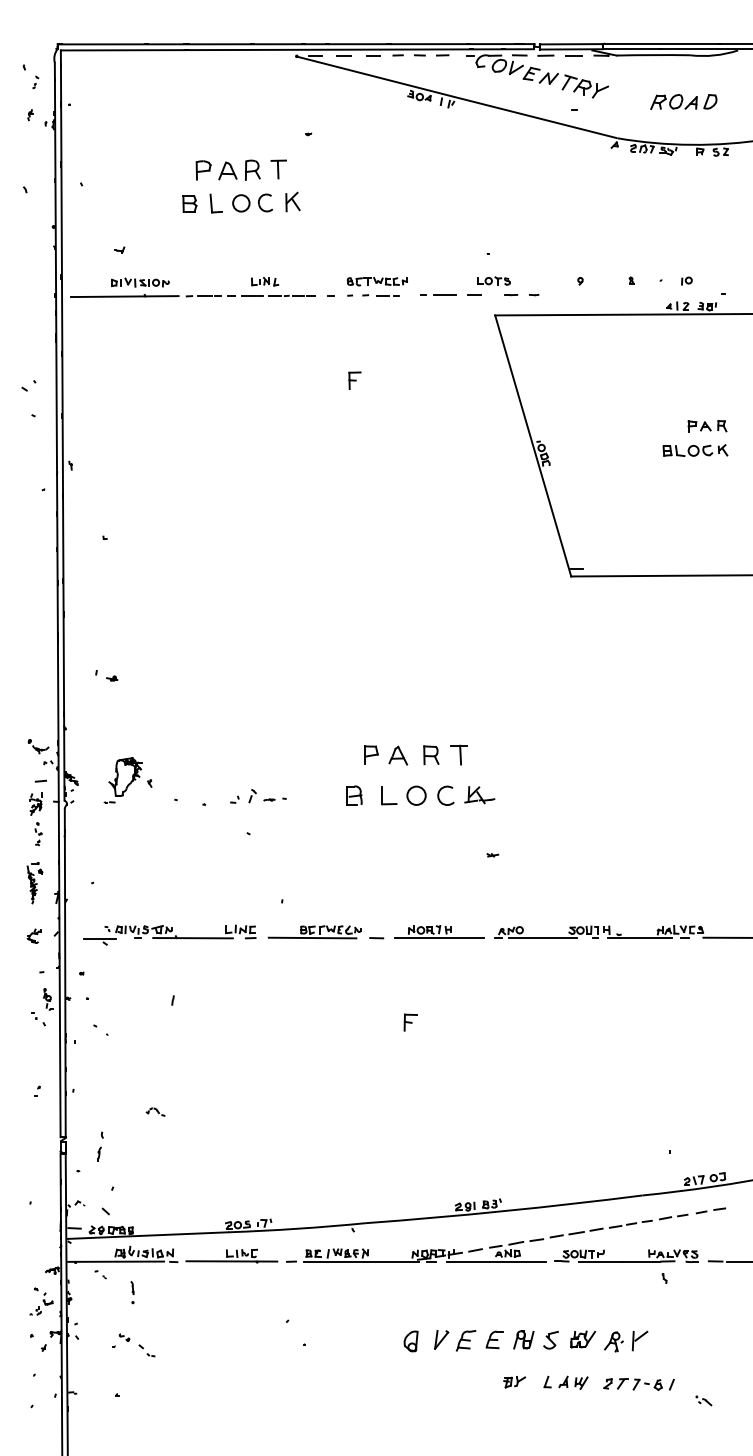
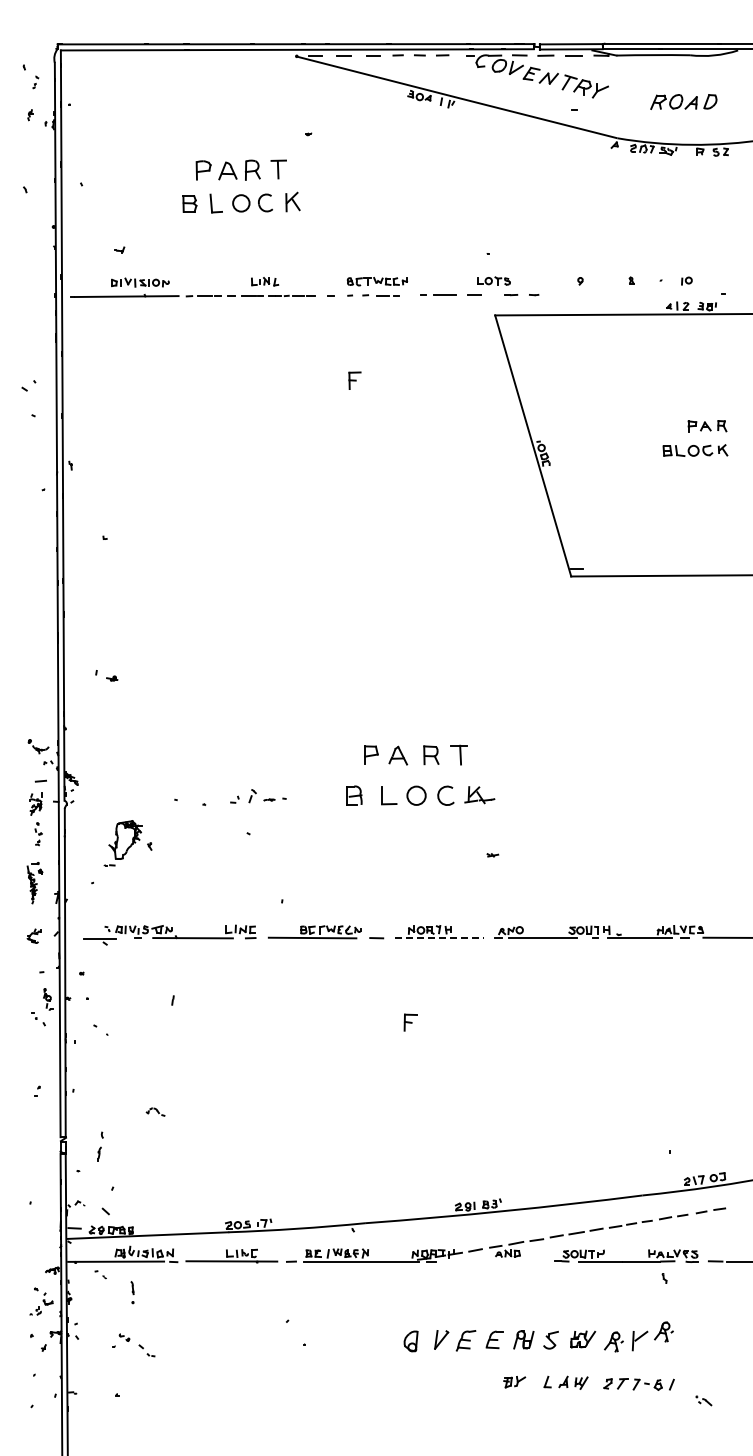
part at (127, 780) position: (127, 780) -> (127, 843)
line at (439, 938): solid -> dashed
line at (495, 1261): present -> none
part at (663, 1331): none -> present
